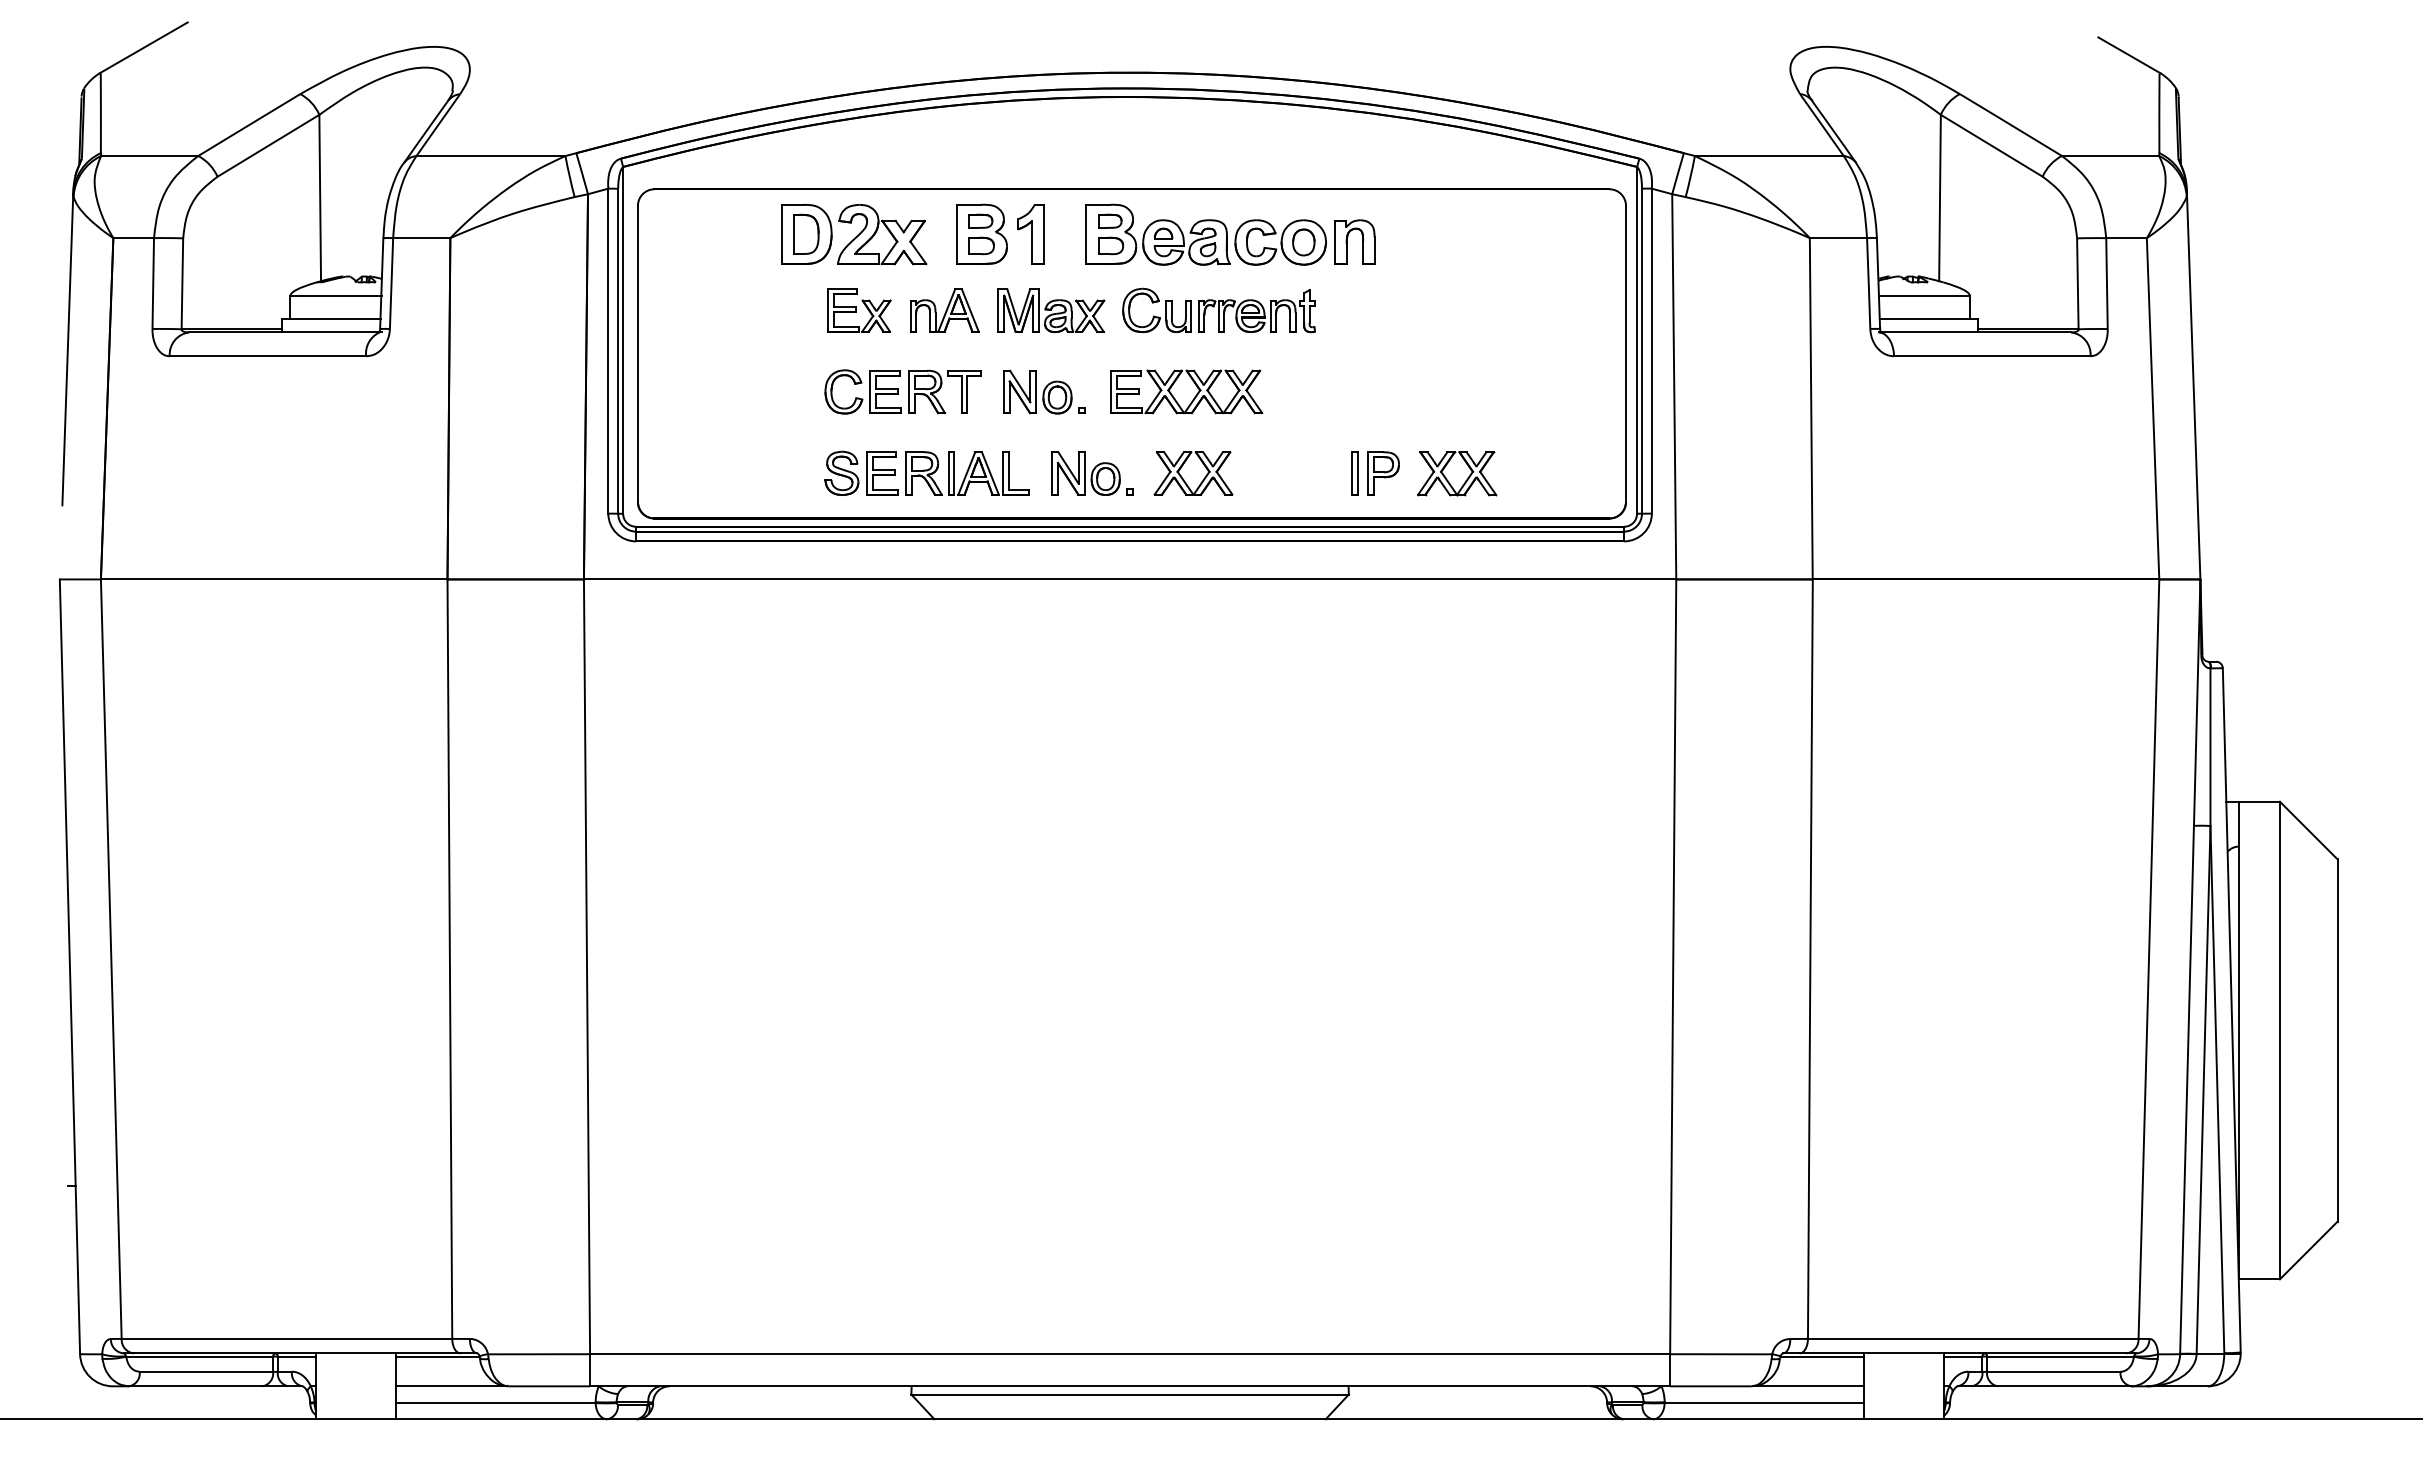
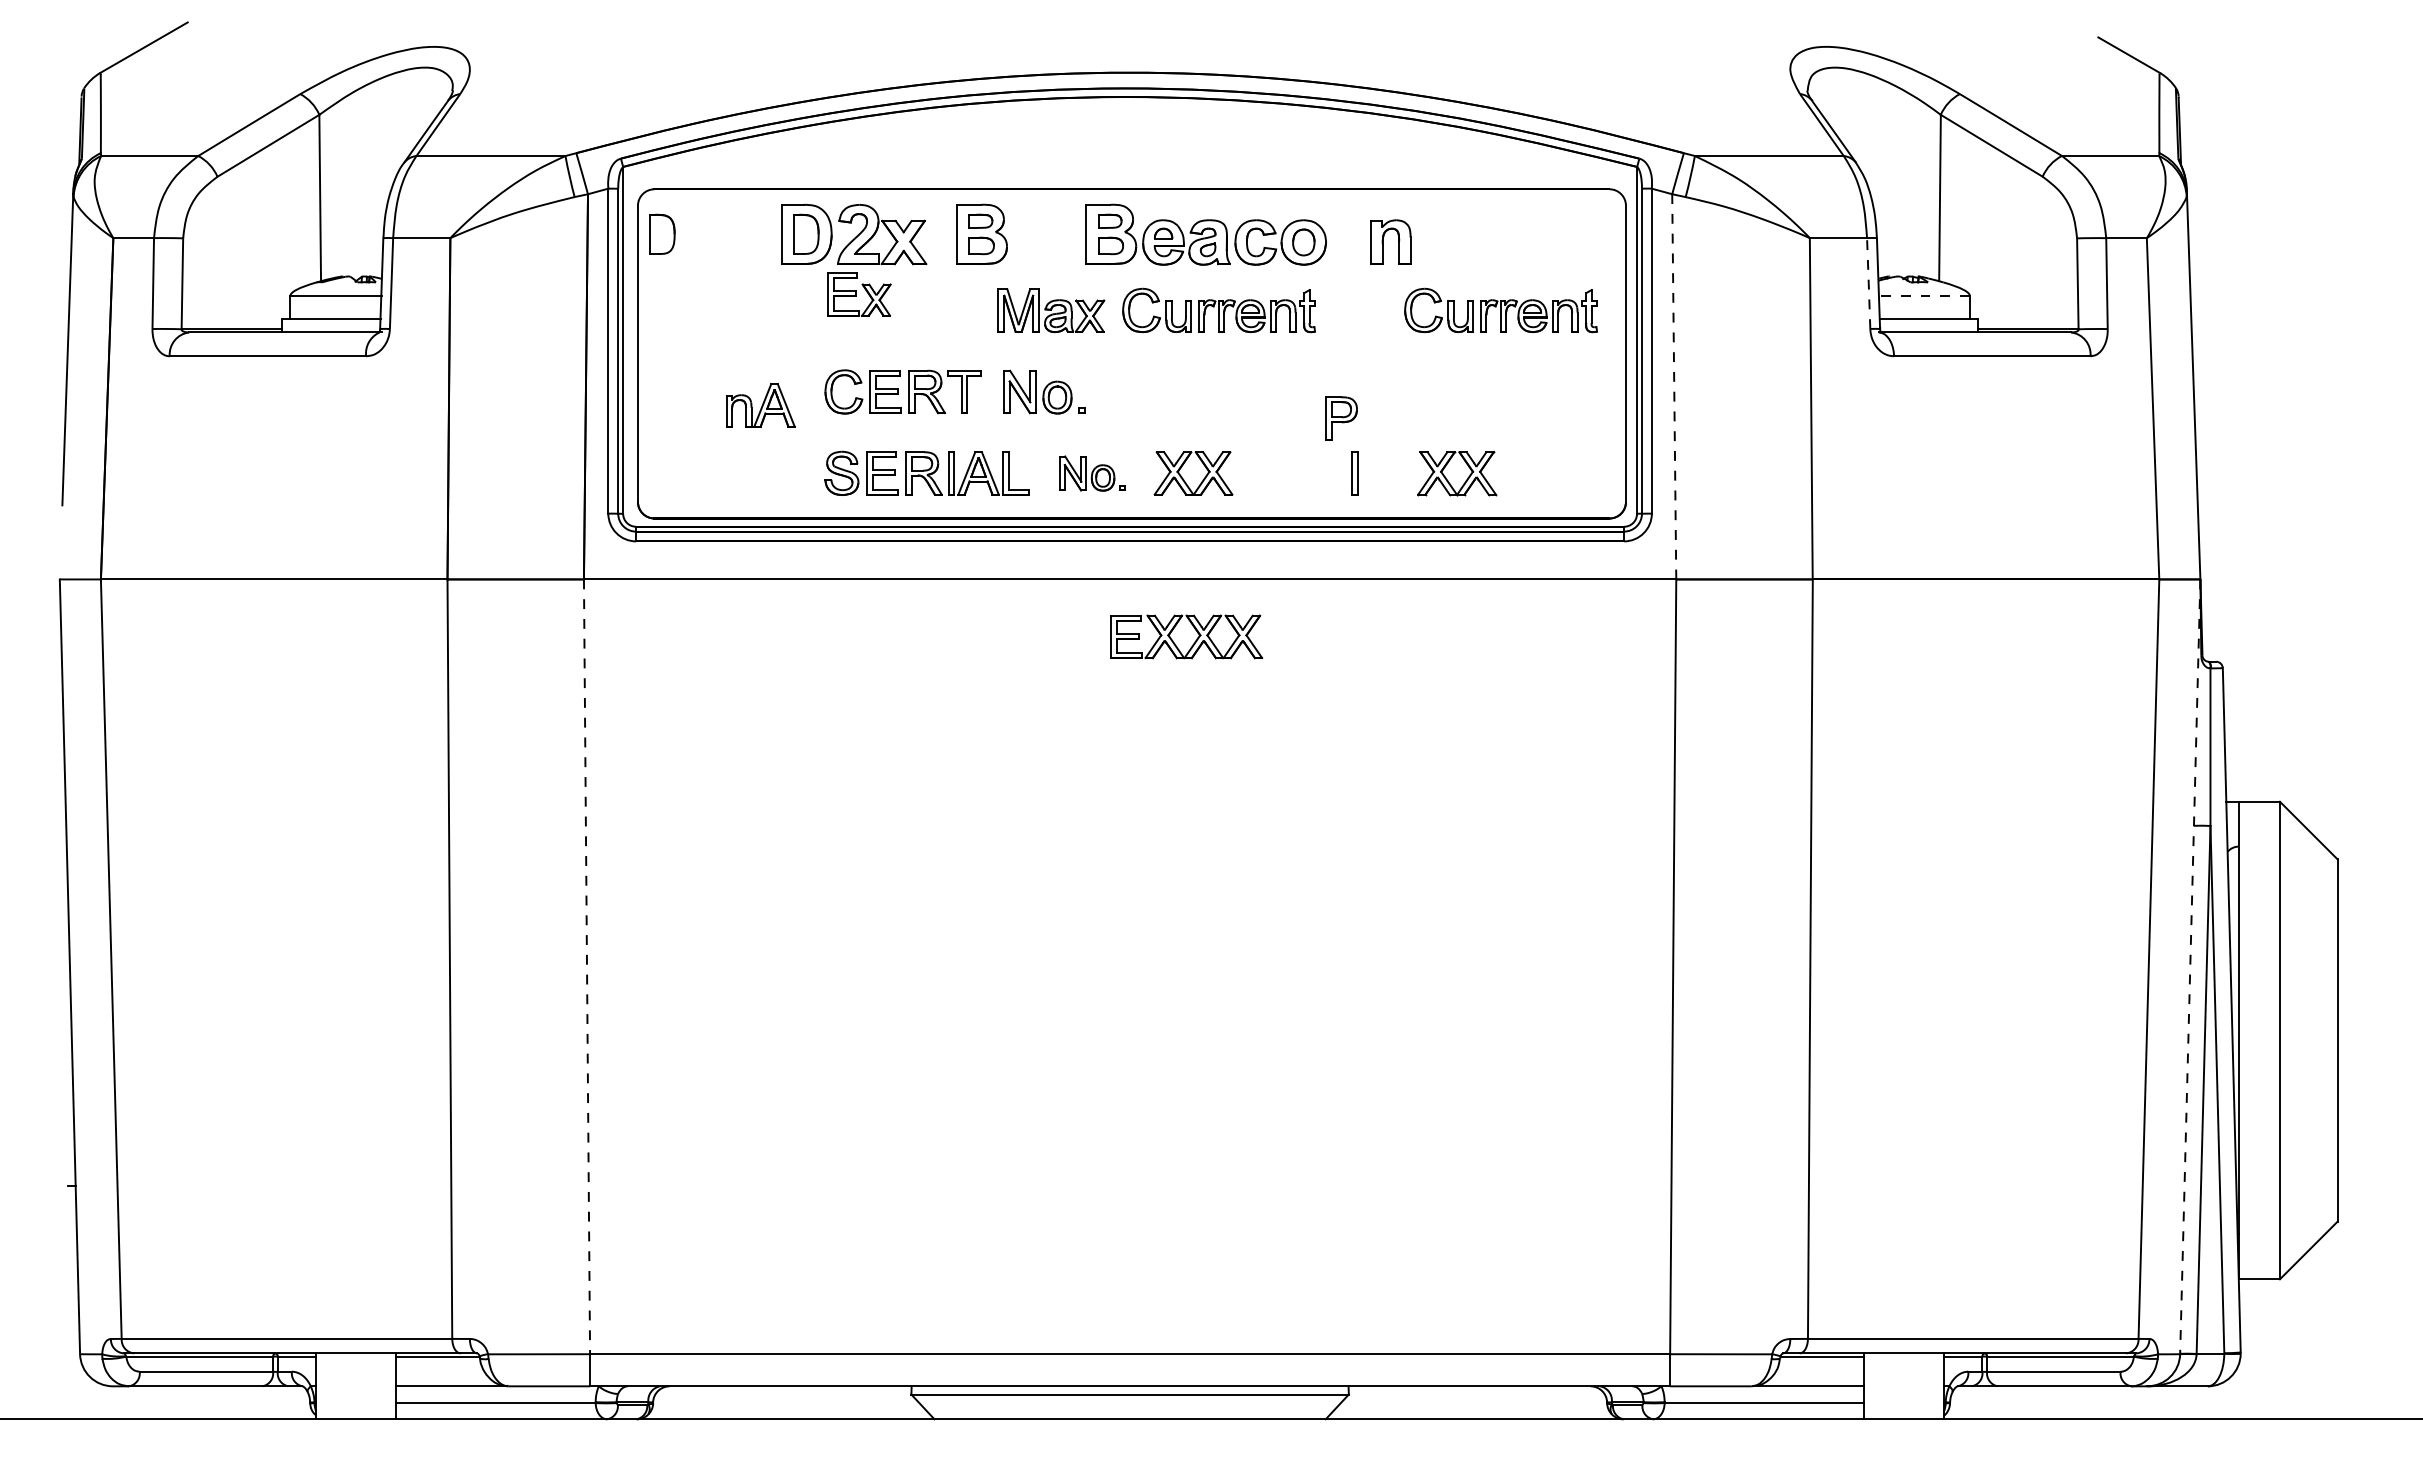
part at (662, 233): none -> present
part at (1030, 234): present -> none
part at (1347, 241) position: (1347, 241) -> (1383, 241)
line at (1868, 283): solid -> dashed
line at (1924, 296): solid -> dashed
part at (859, 310) position: (859, 310) -> (859, 294)
part at (944, 310) position: (944, 310) -> (760, 405)
part at (1500, 310): none -> present
line at (1674, 386): solid -> dashed
part at (1194, 396) position: (1194, 396) -> (1194, 641)
part at (1092, 473) size: 83x45 px -> 67x37 px
part at (1383, 473) position: (1383, 473) -> (1341, 418)
line at (2190, 966): solid -> dashed
line at (587, 967): solid -> dashed
